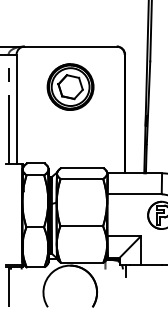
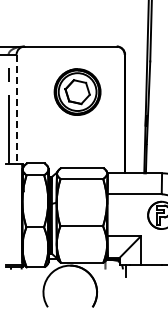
part at (70, 86) position: (70, 86) -> (77, 91)
line at (16, 109): solid -> dashed
line at (8, 286): present -> none
